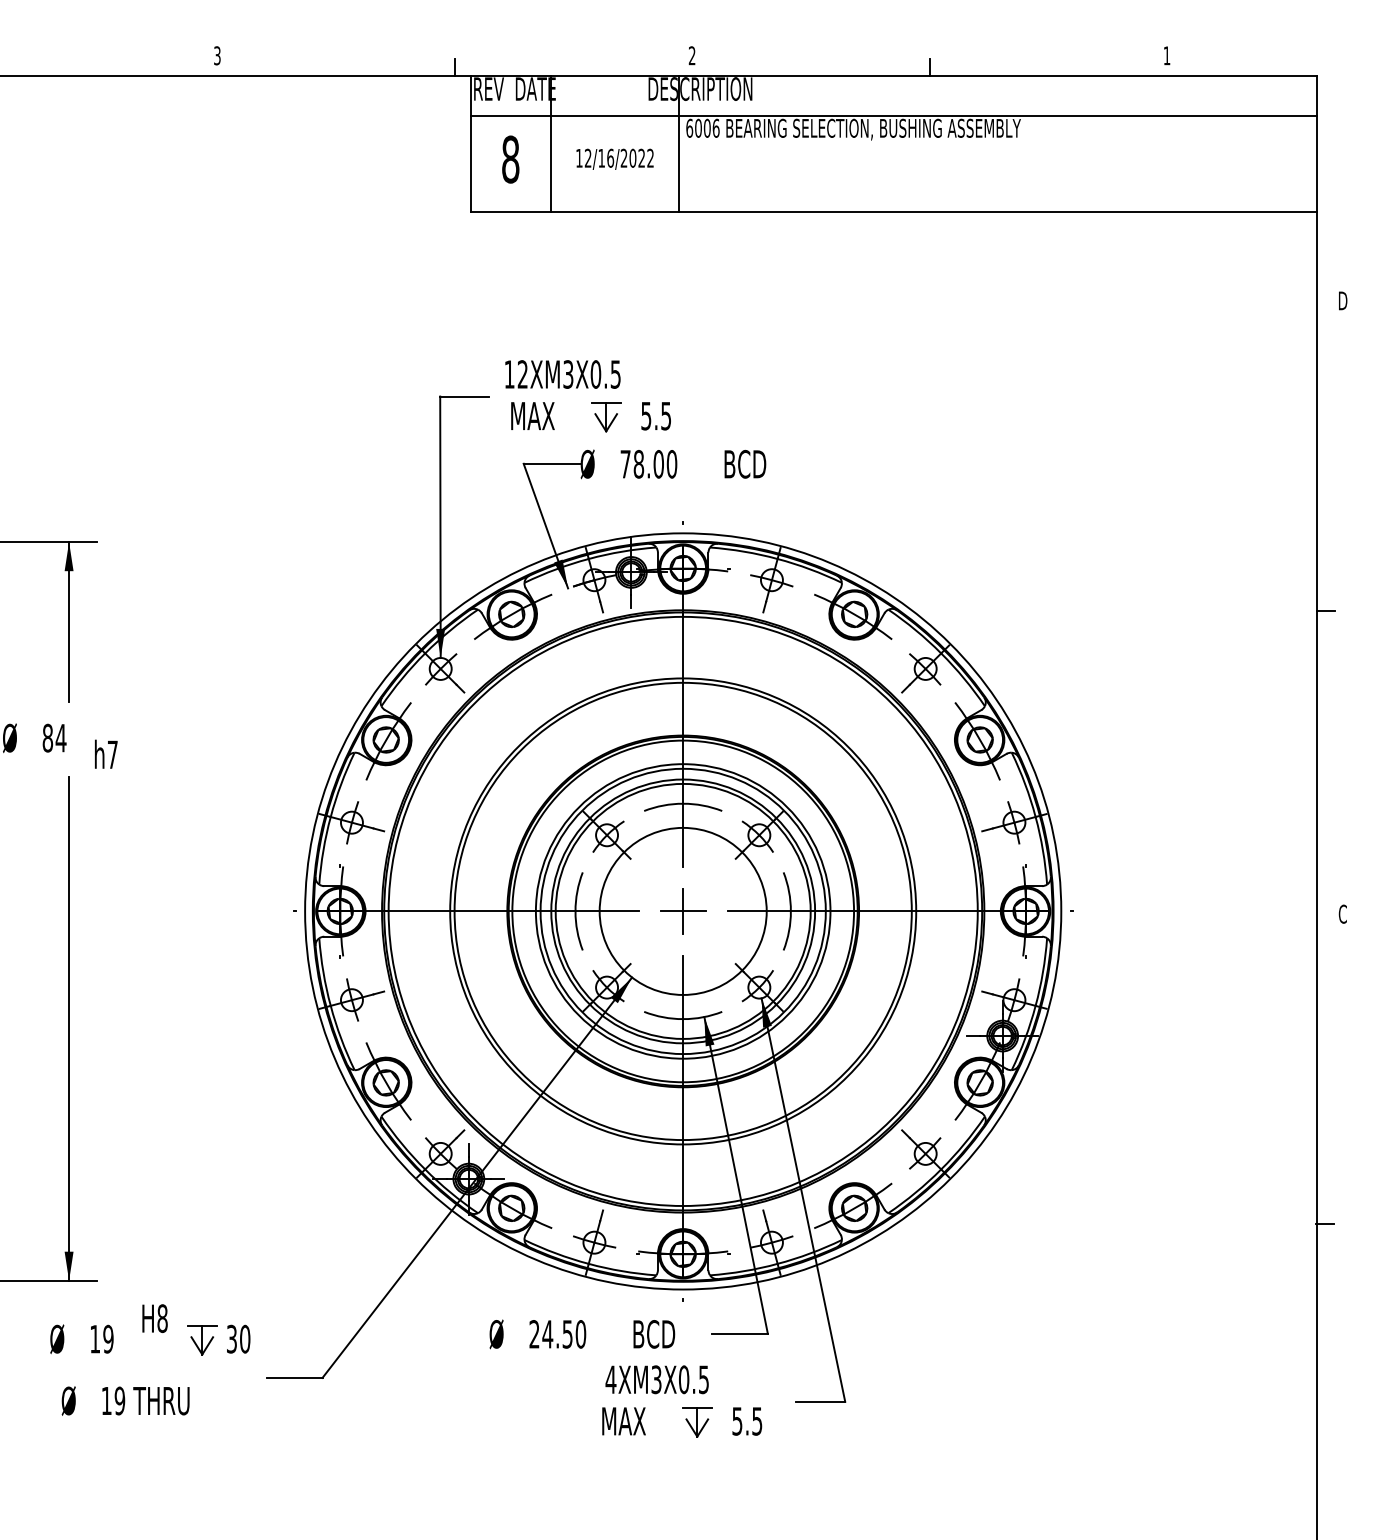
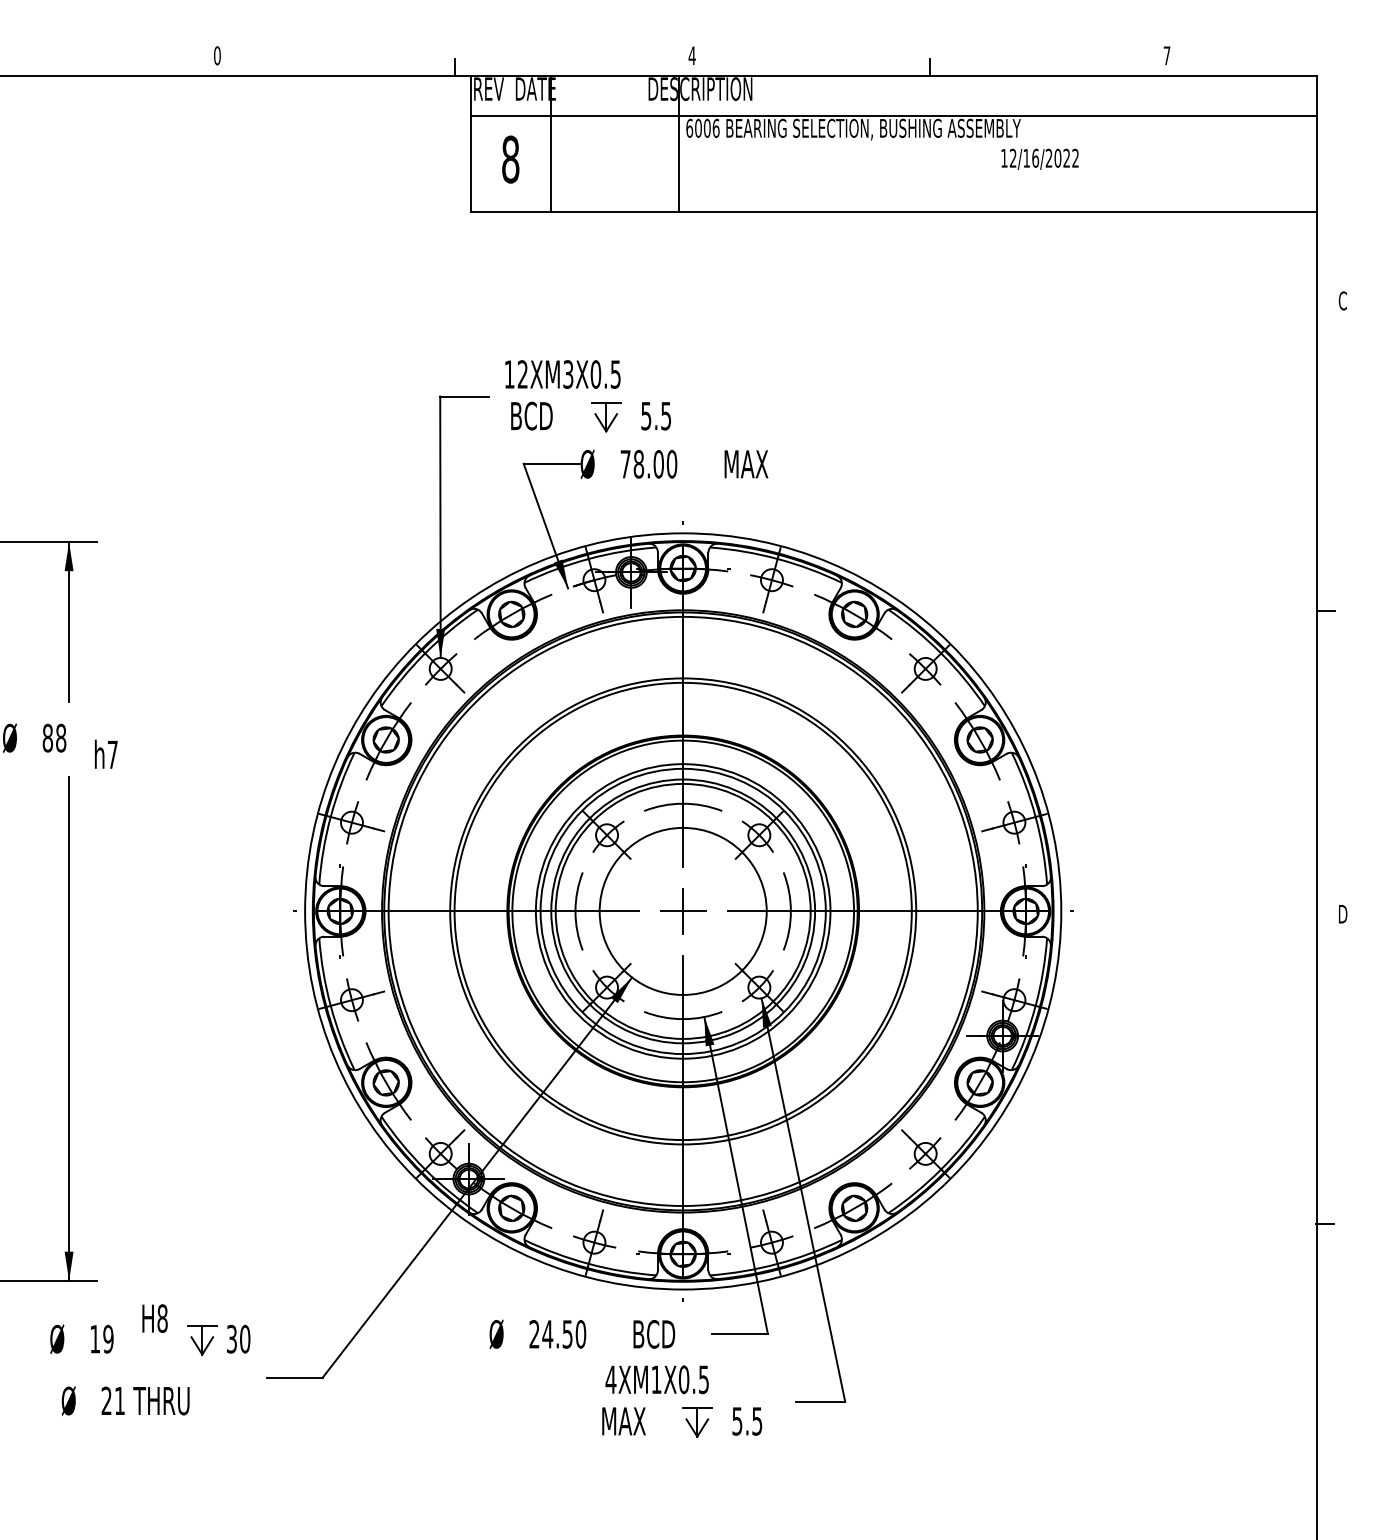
text at (217, 55): 3 -> 0
text at (691, 55): 2 -> 4
text at (1166, 55): 1 -> 7
text at (614, 158) position: (614, 158) -> (1039, 158)
text at (1343, 300): D -> C
text at (533, 415): MAX -> BCD
text at (747, 463): BCD -> MAX
text at (60, 737): 84 -> 88
text at (1343, 913): C -> D
text at (656, 1379): 4XM3X0.5 -> 4XM1X0.5
text at (113, 1400): 19 -> 21
